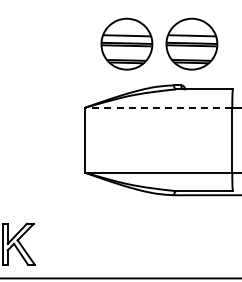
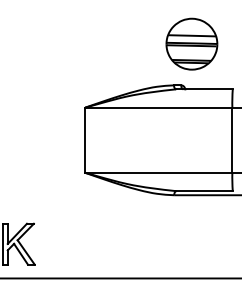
part at (126, 43): present -> none
line at (158, 107): dashed -> solid
